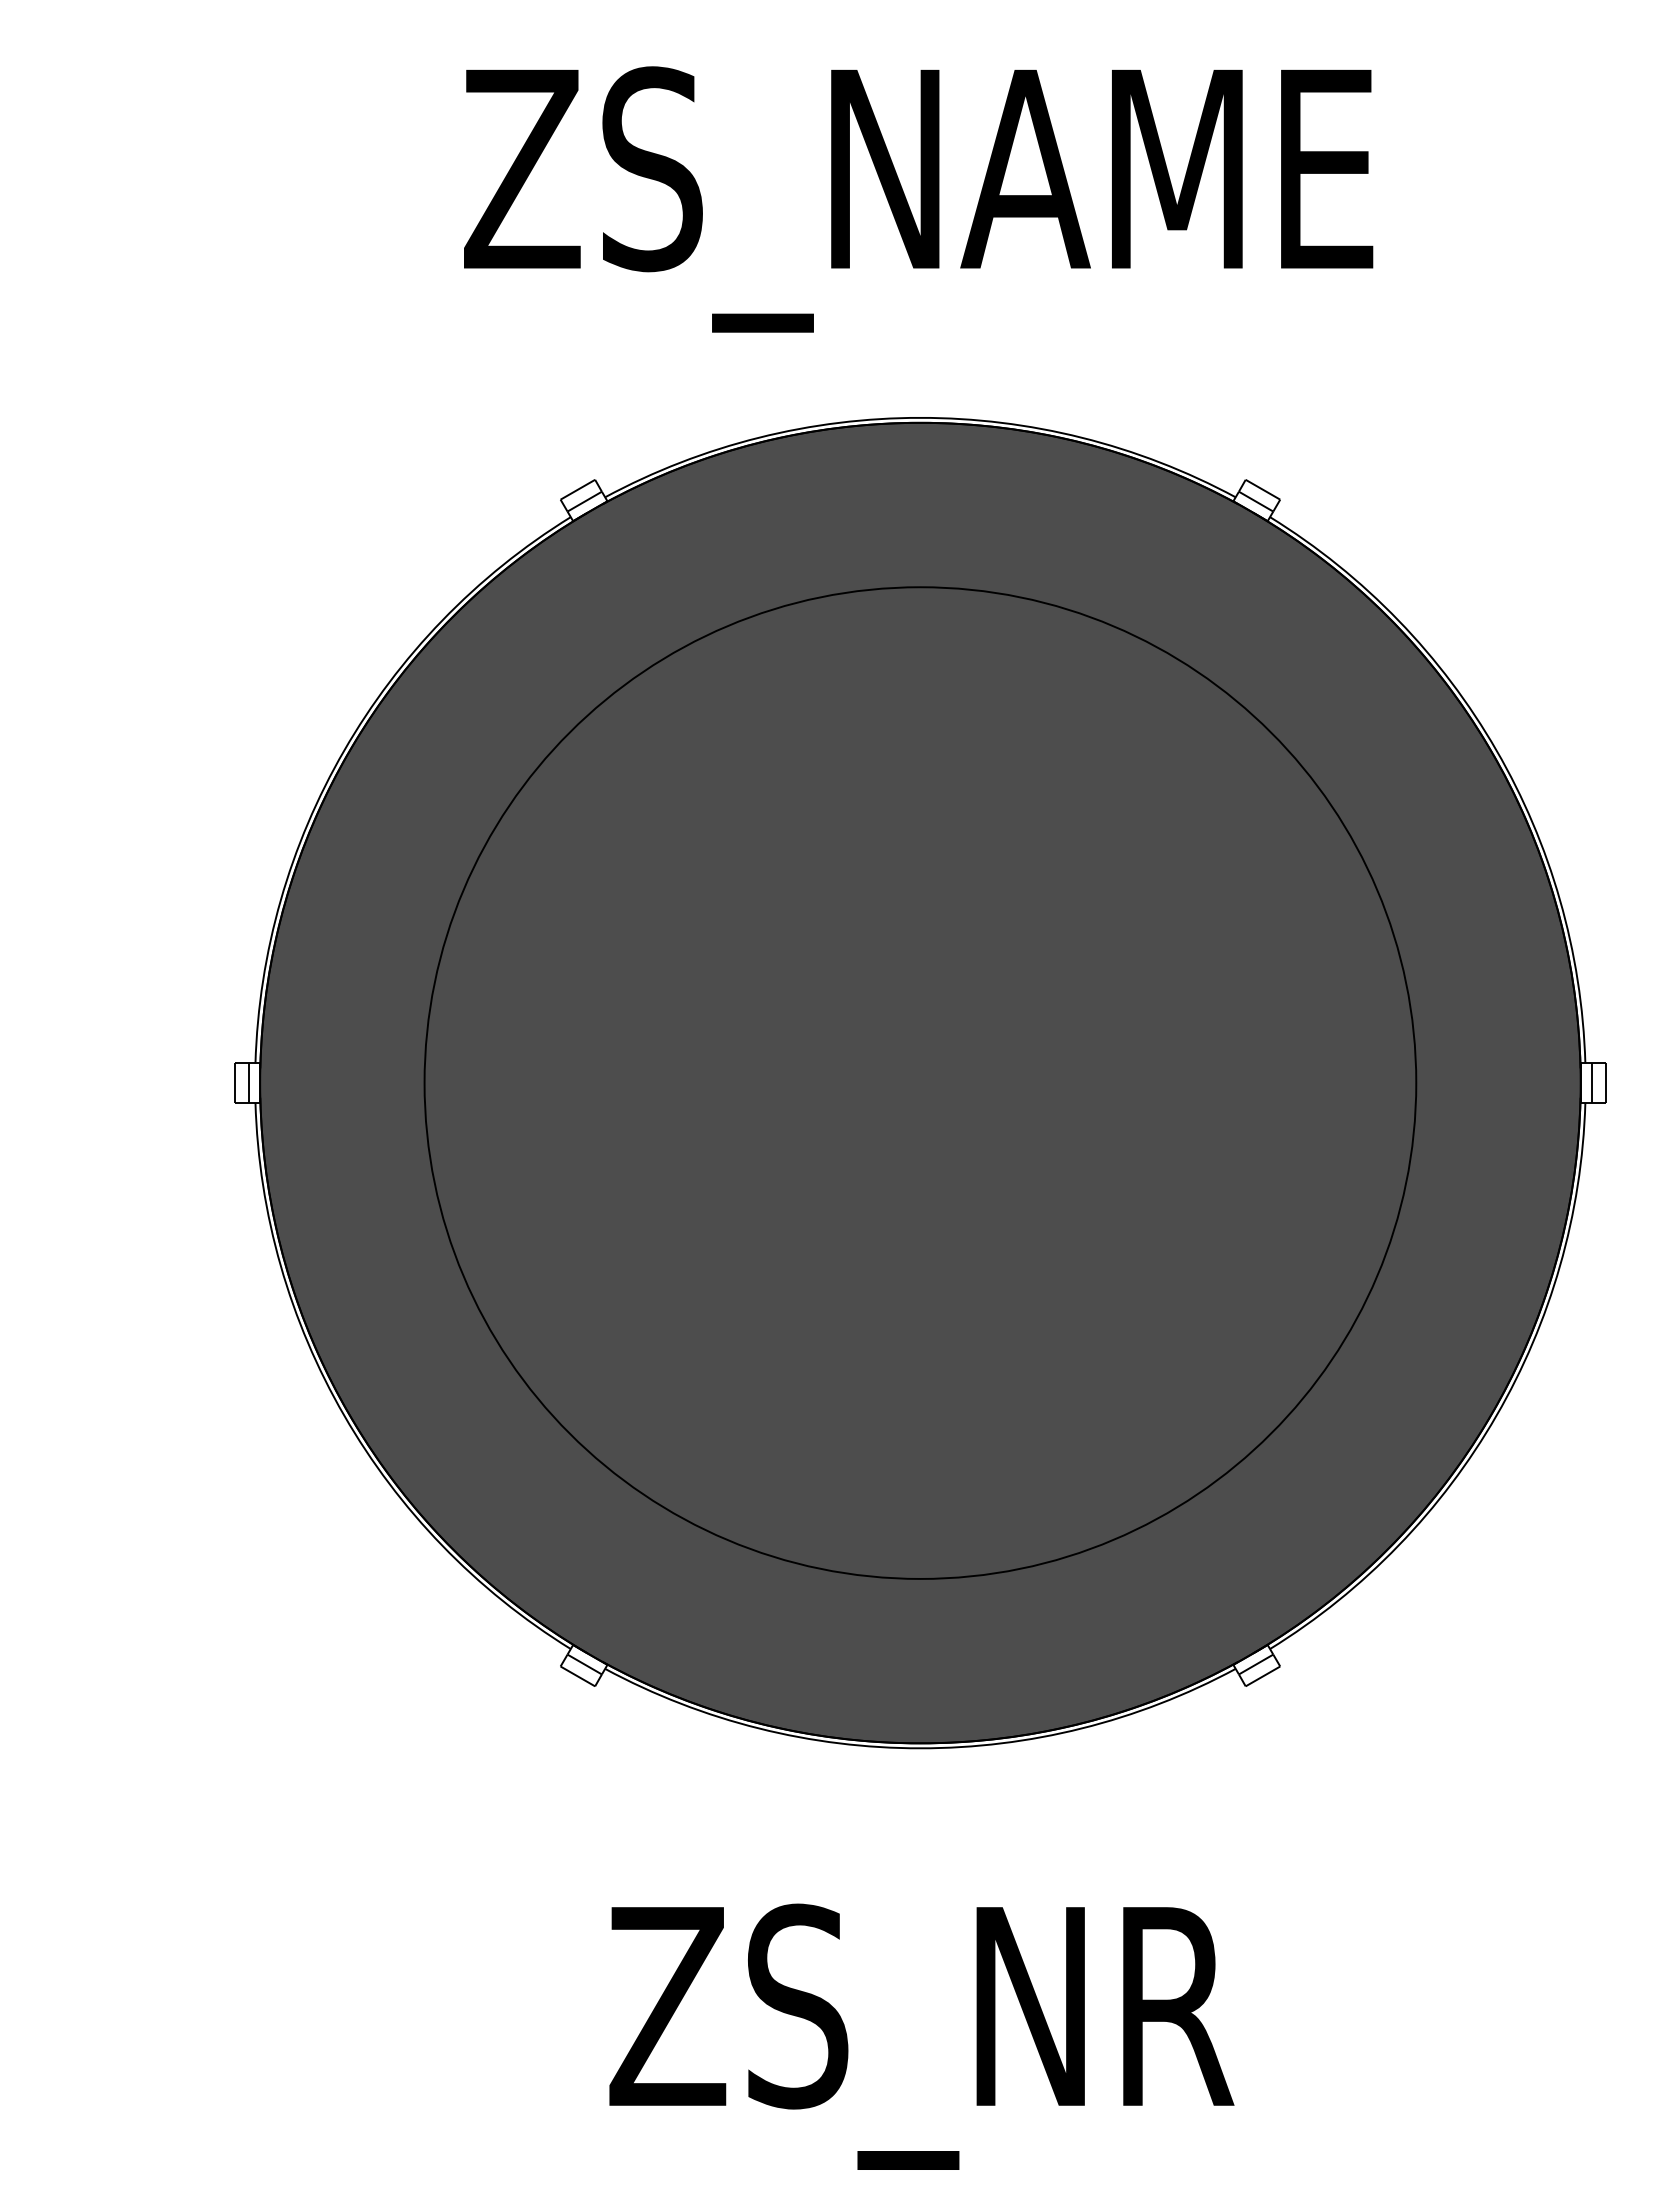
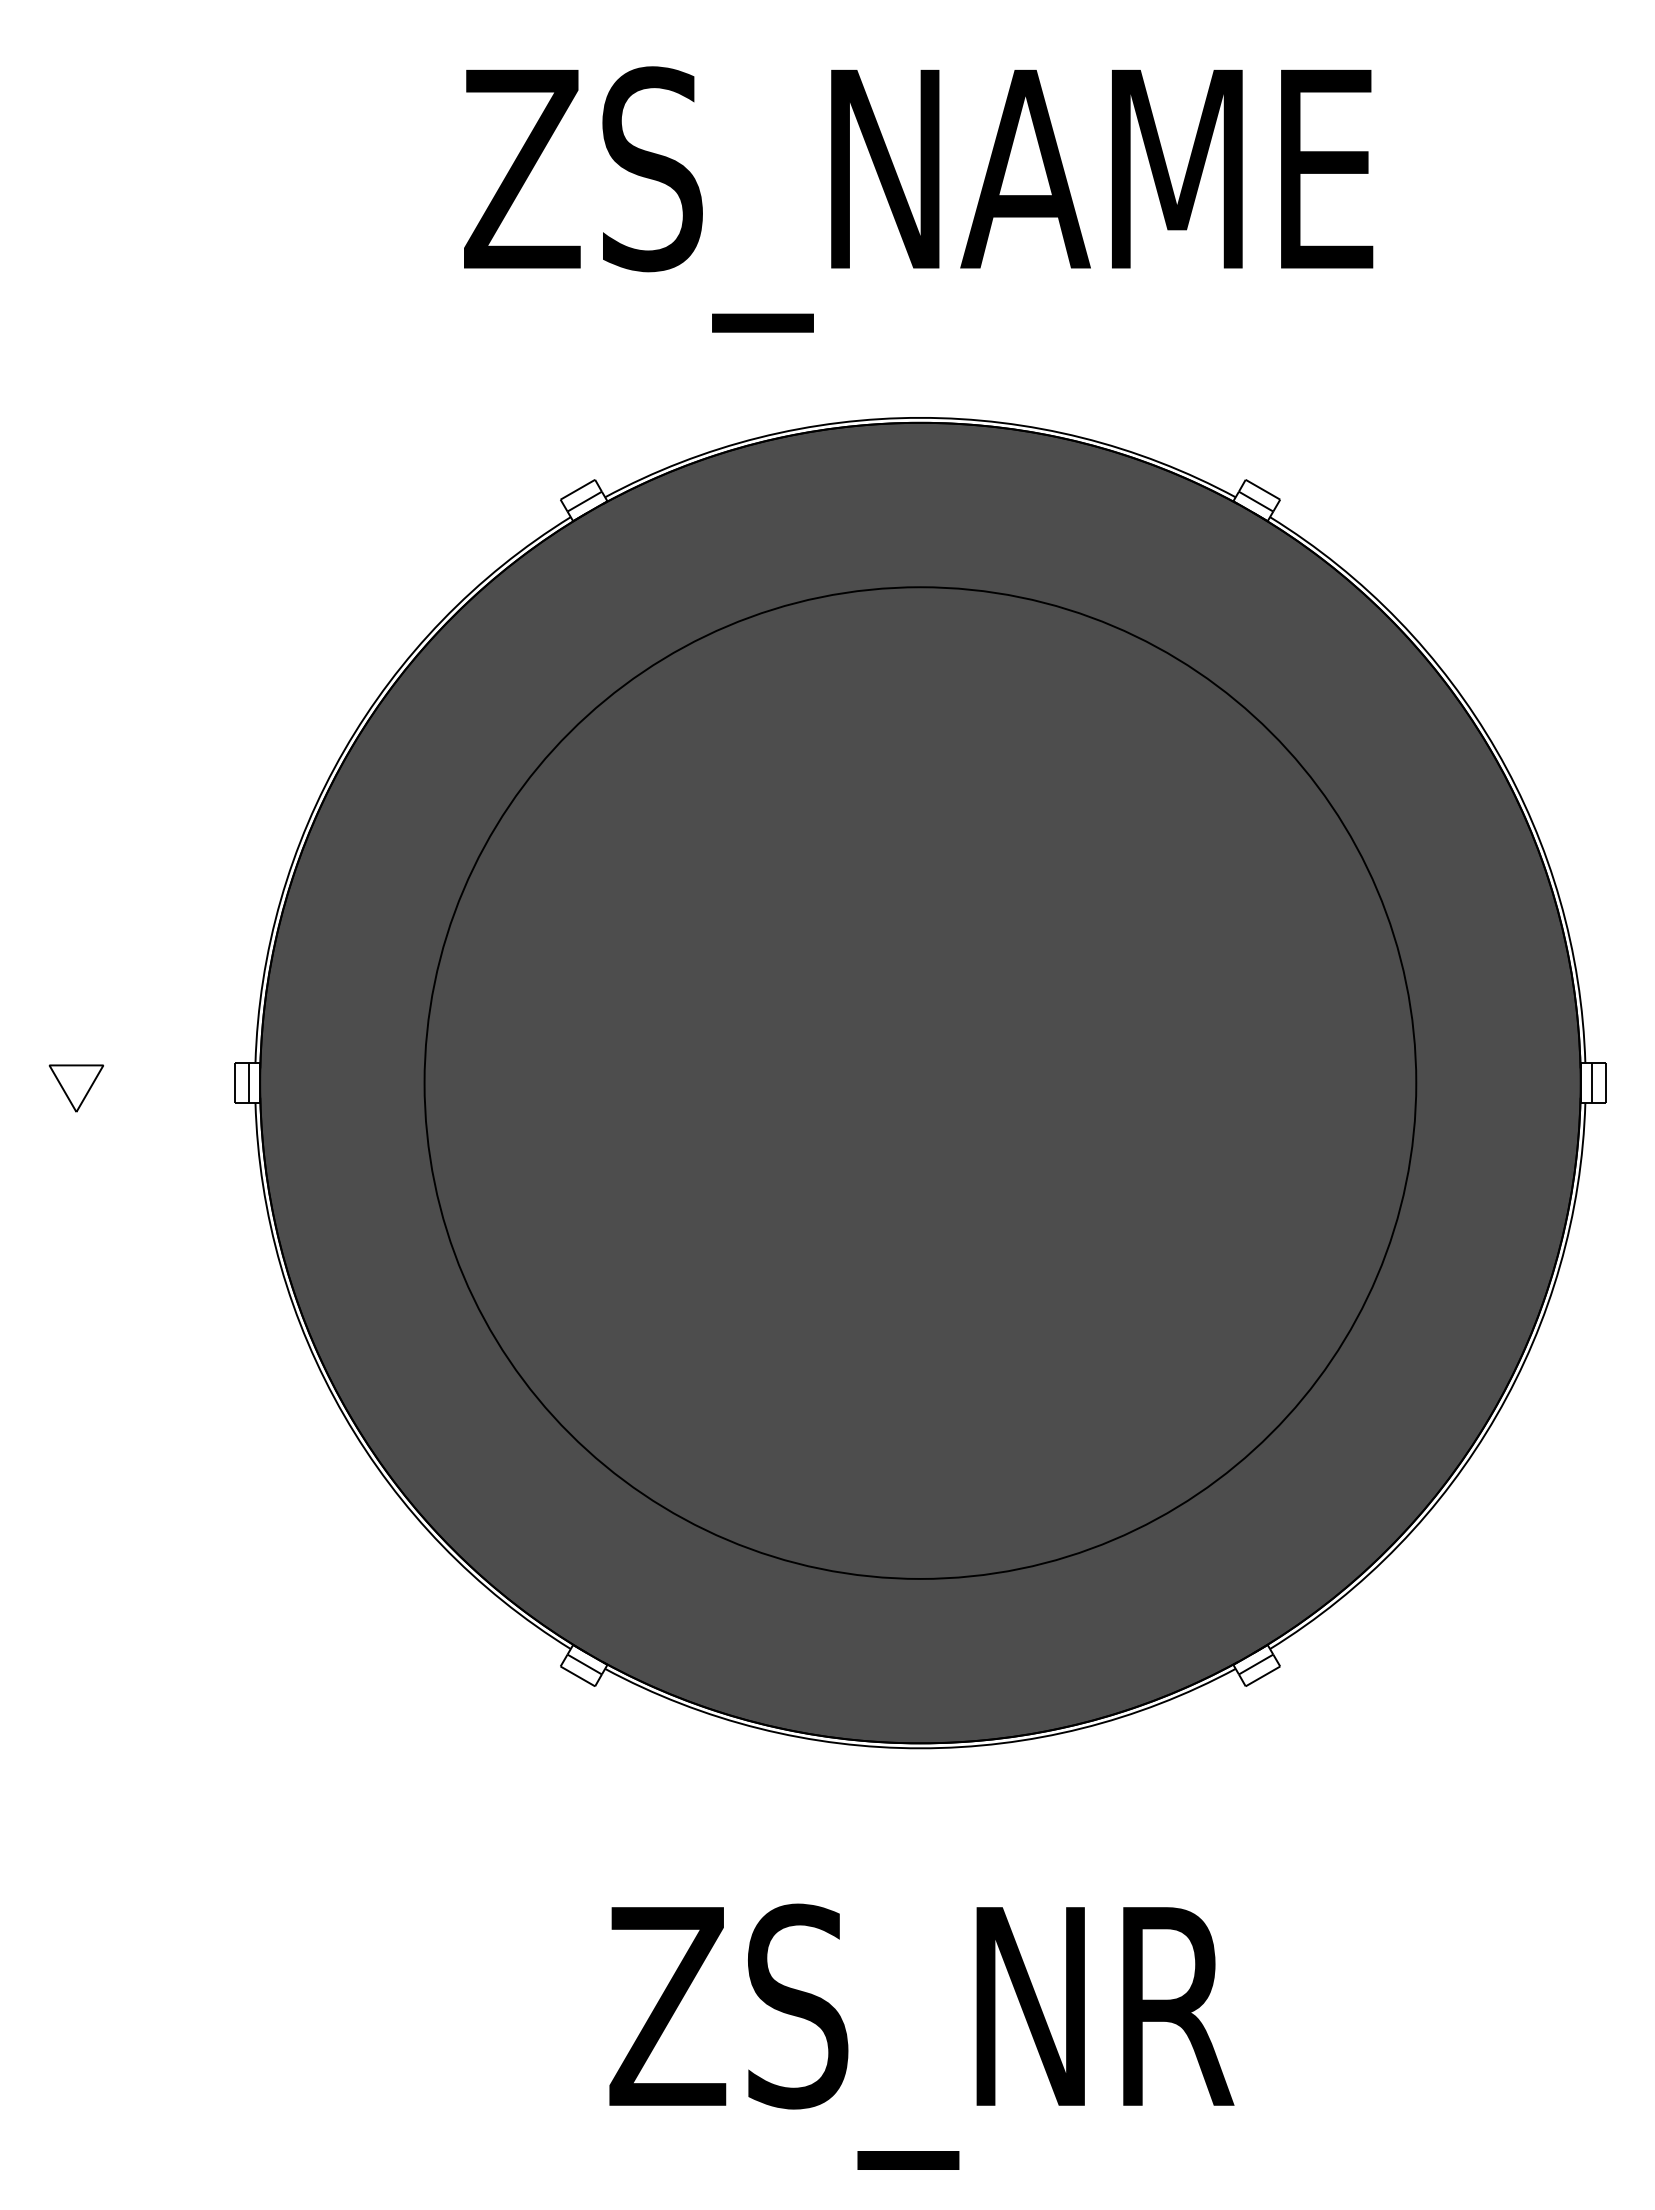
part at (75, 1088): none -> present
